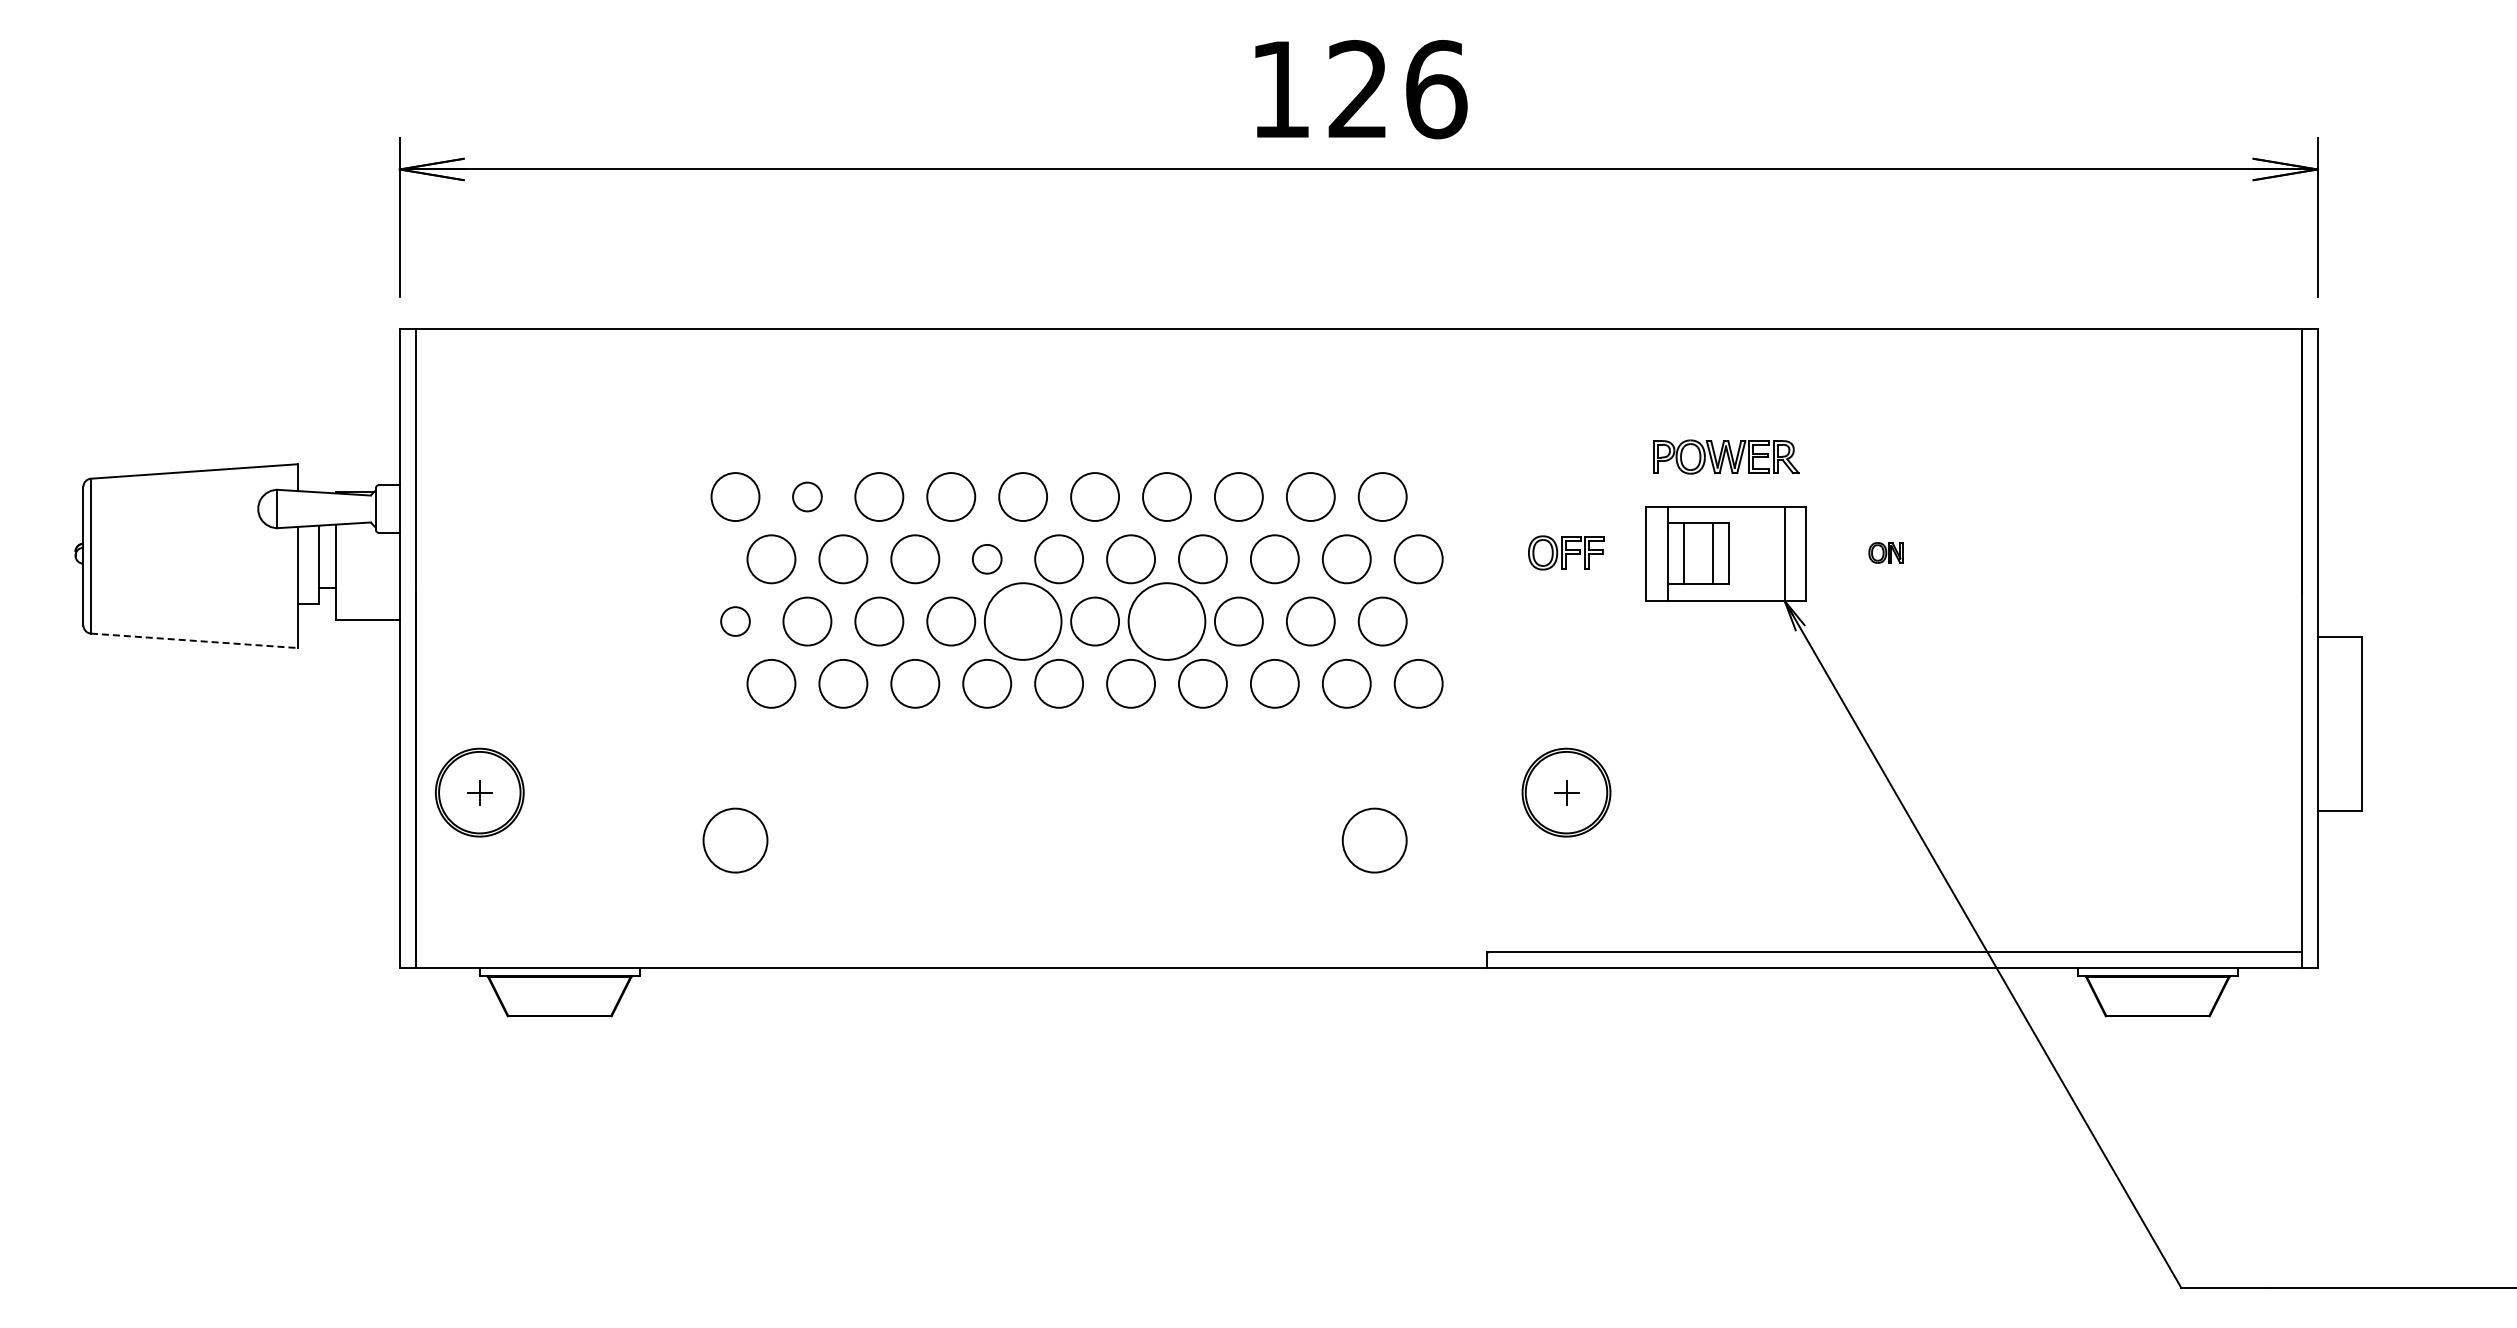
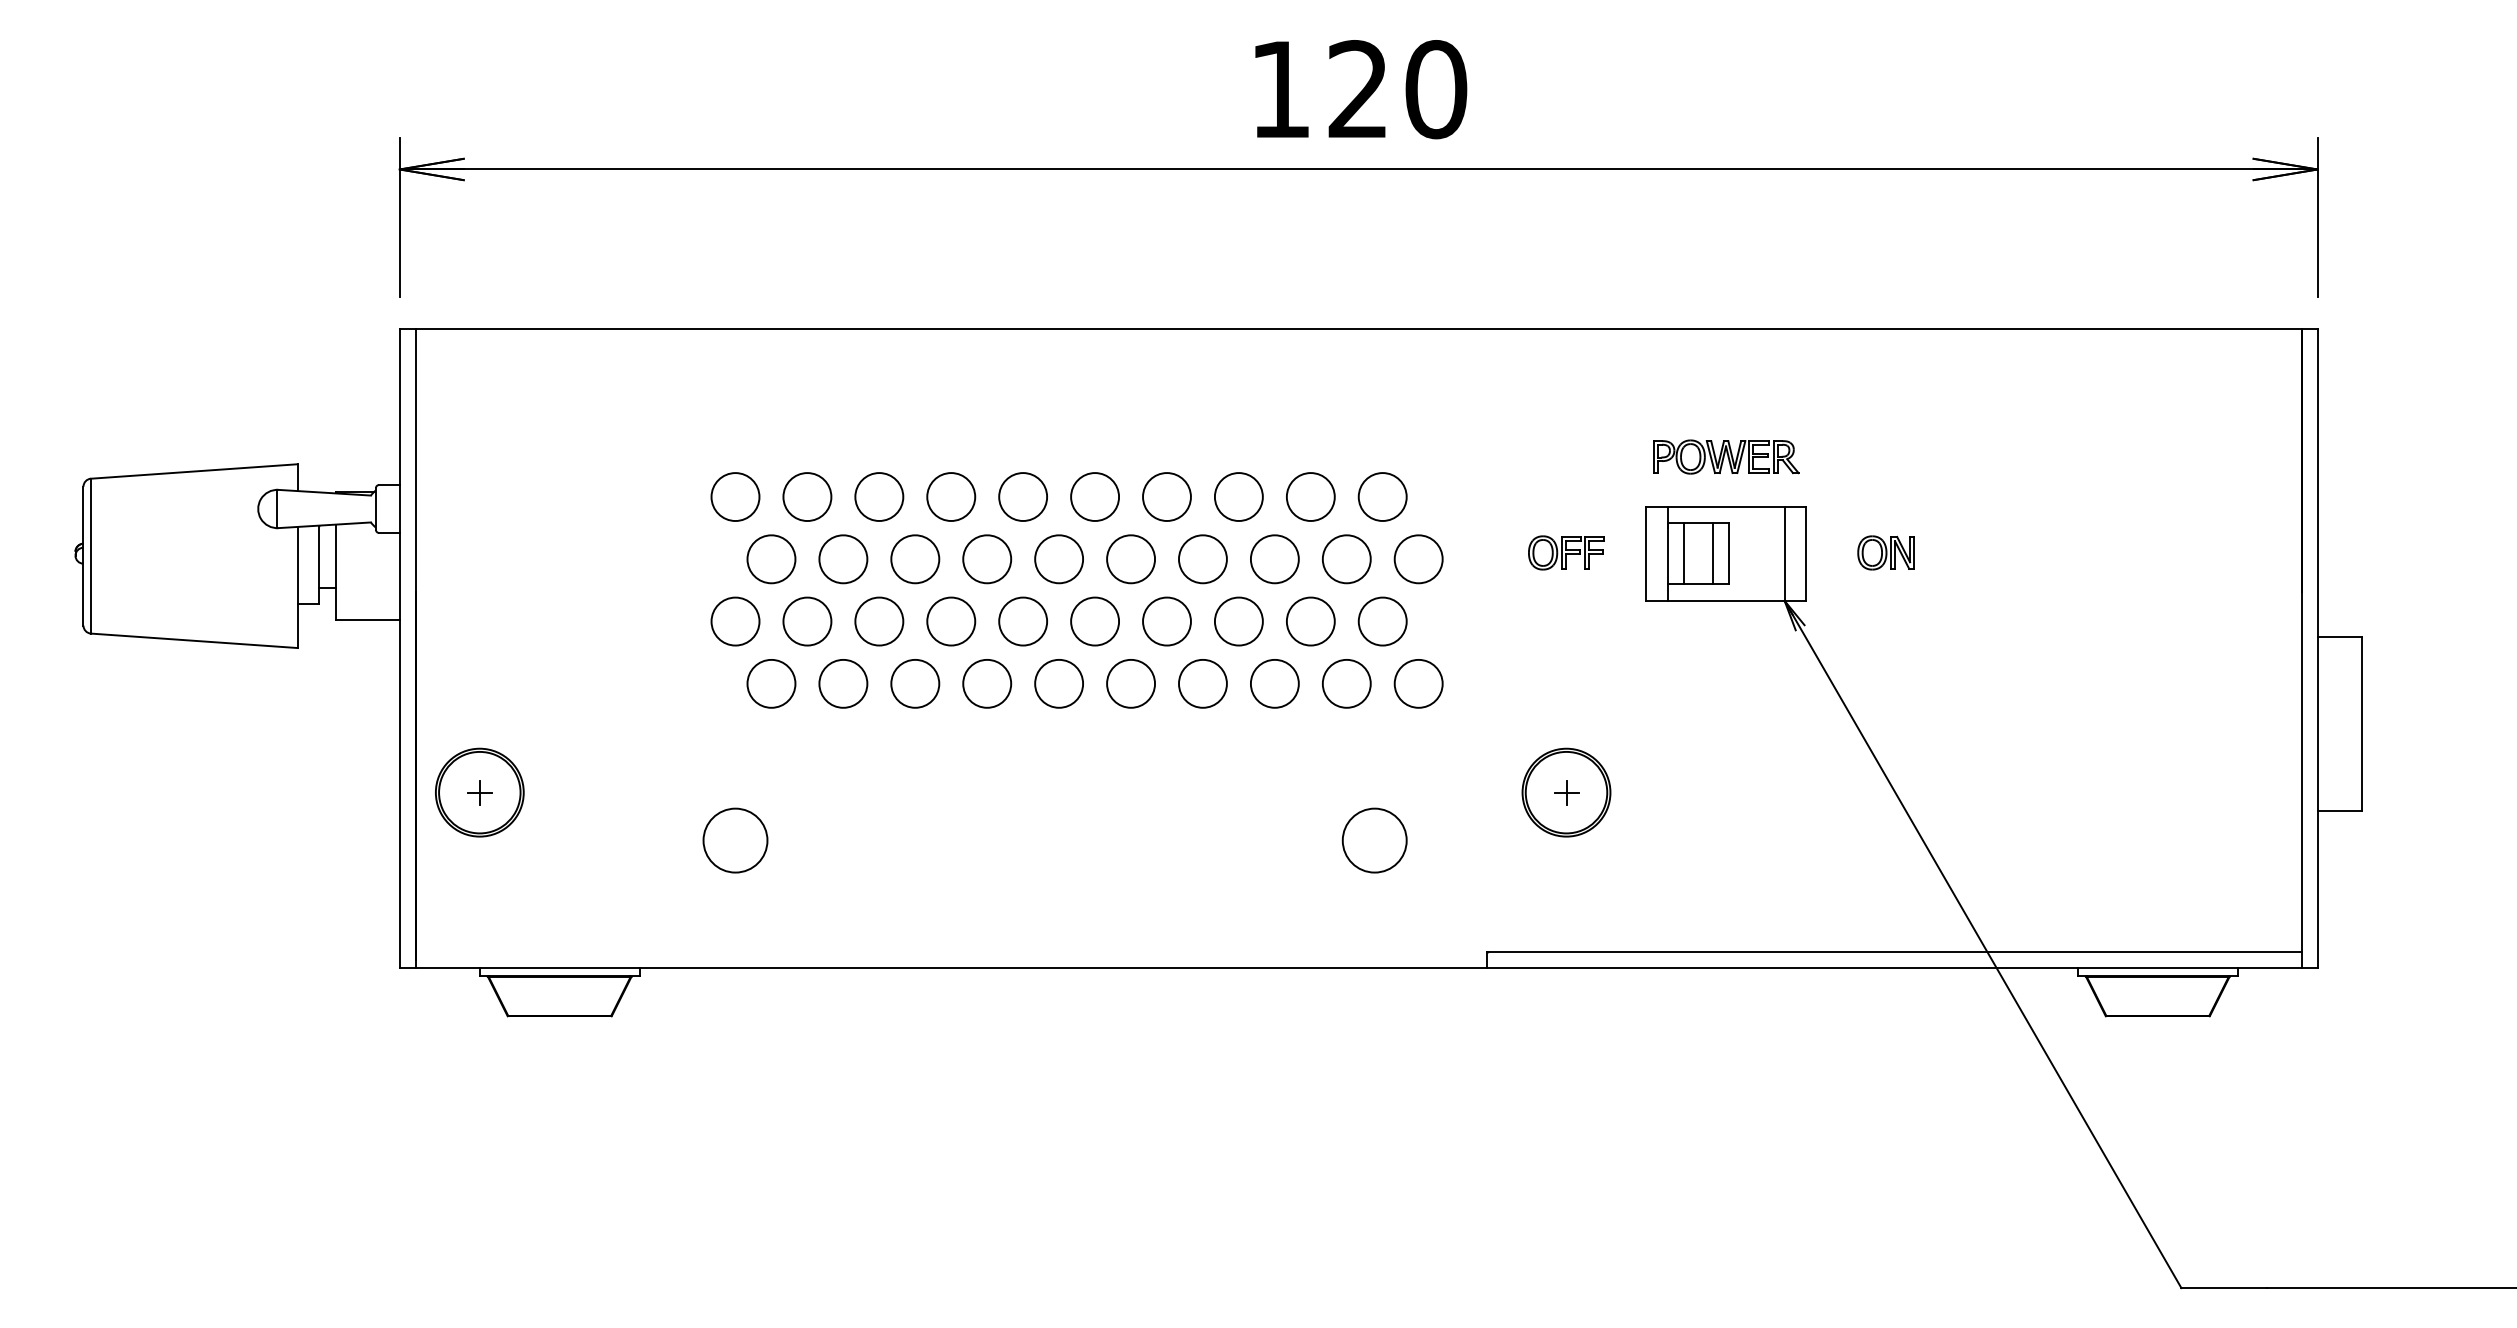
text at (1436, 89): 126 -> 120
circle at (807, 496) size: 31x32 px -> 51x50 px
part at (1885, 552) size: 36x22 px -> 58x36 px
circle at (986, 558) diameter: 29 px -> 48 px
circle at (735, 621) diameter: 29 px -> 48 px
circle at (1022, 621) diameter: 77 px -> 48 px
circle at (1166, 621) diameter: 77 px -> 48 px
line at (194, 640): dashed -> solid
